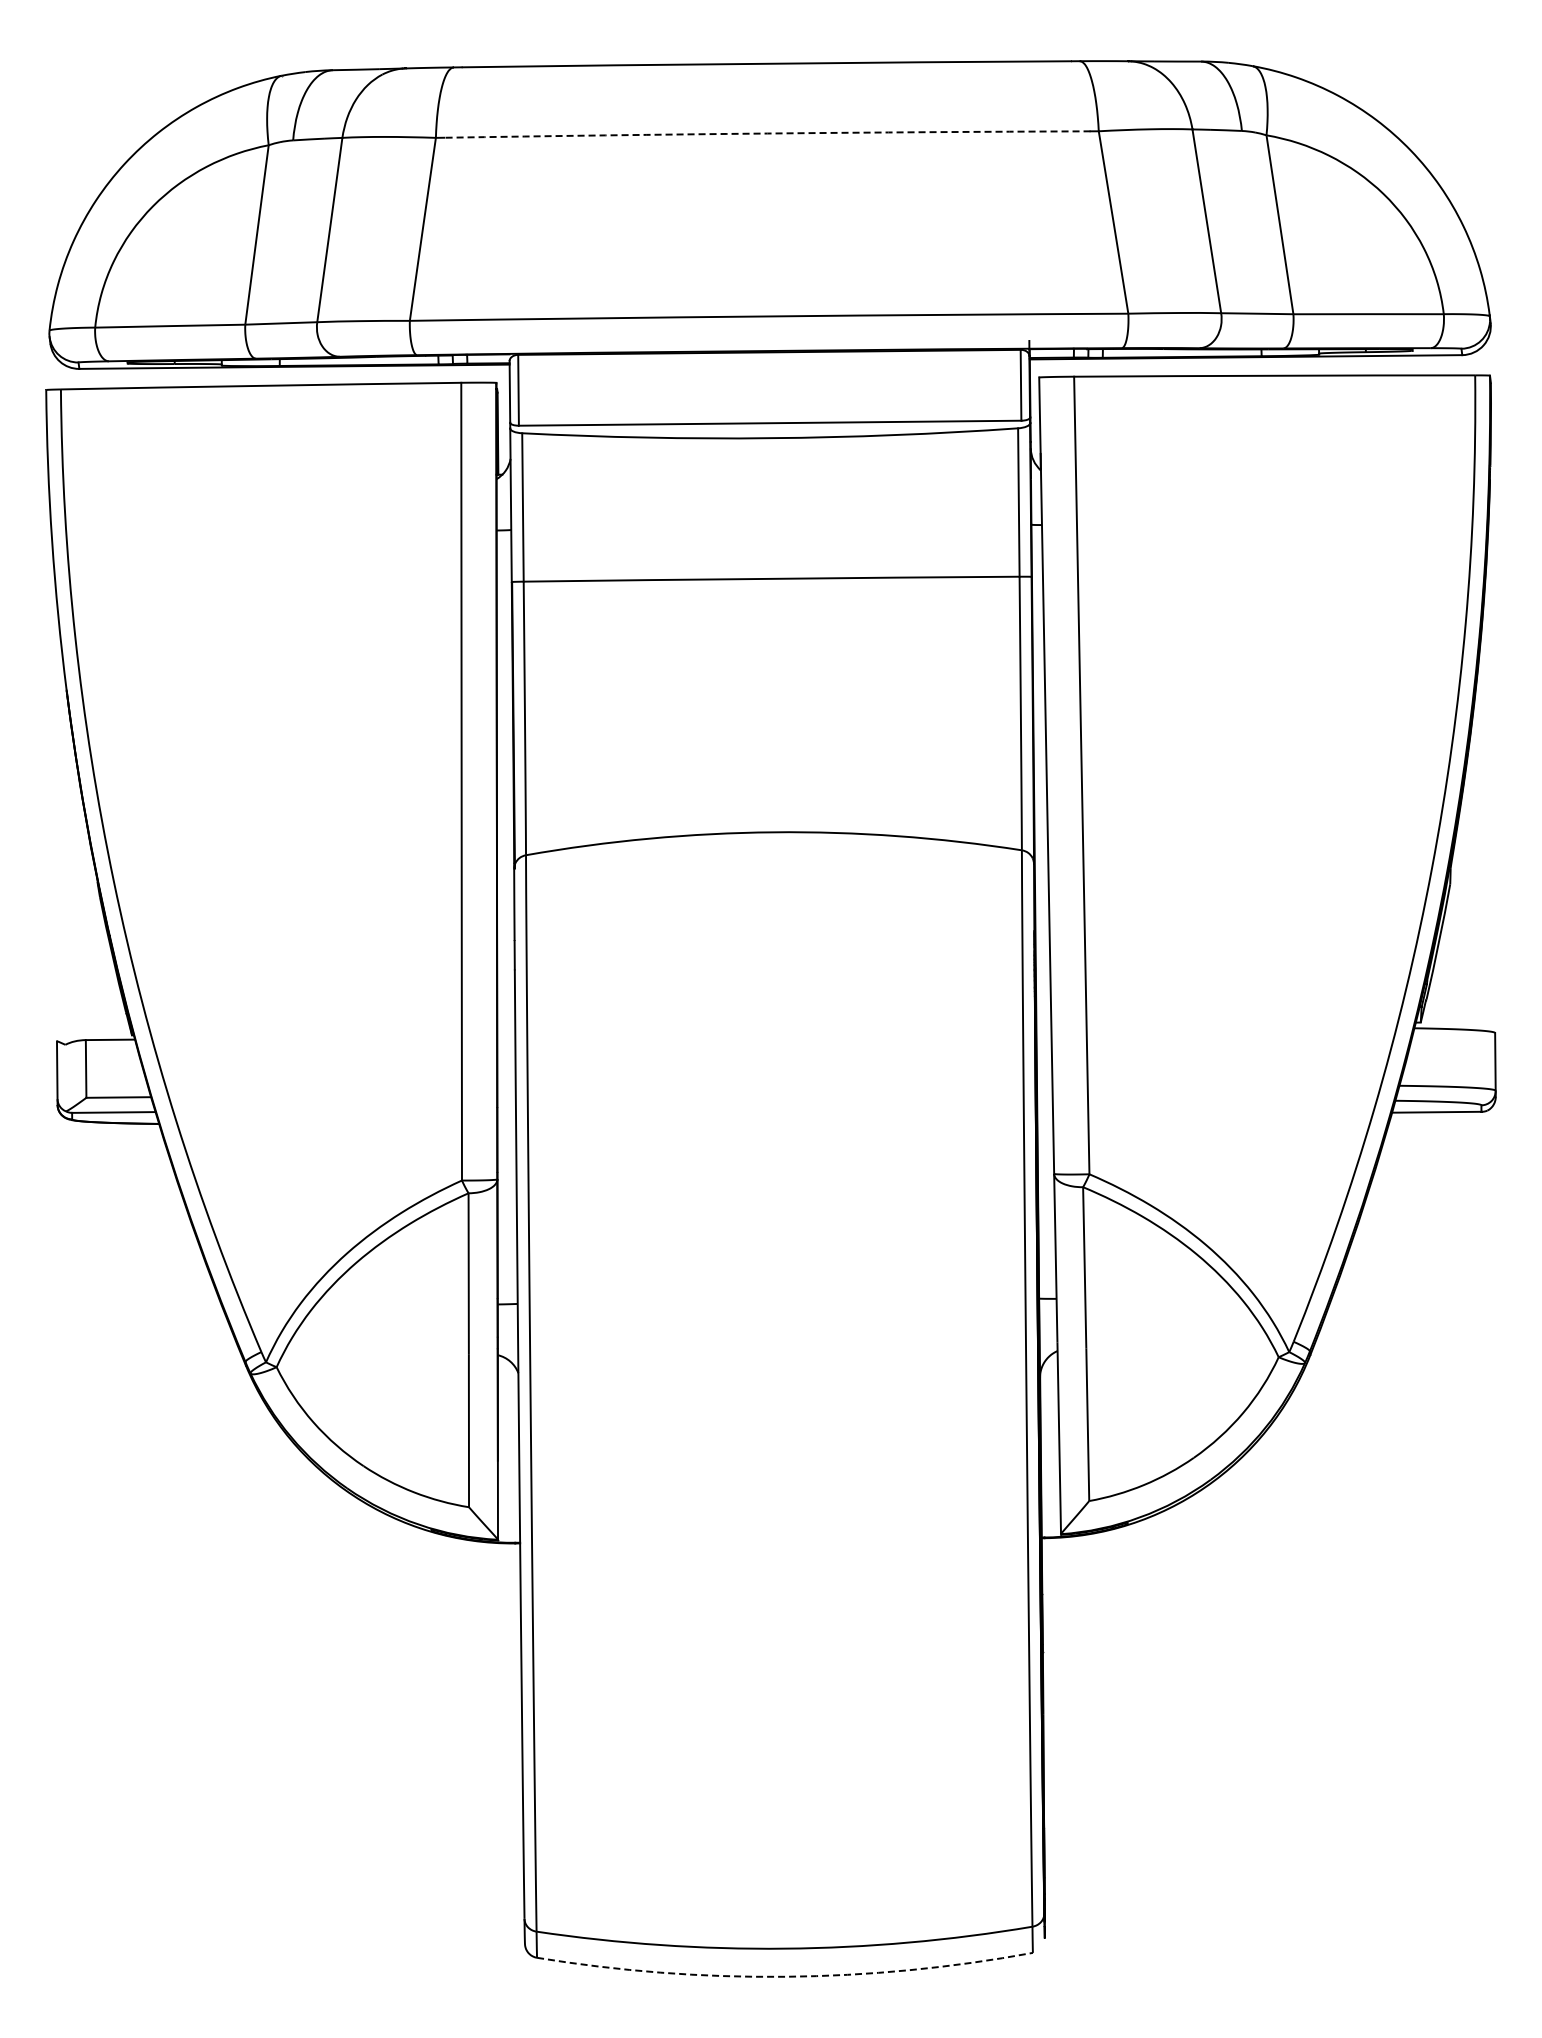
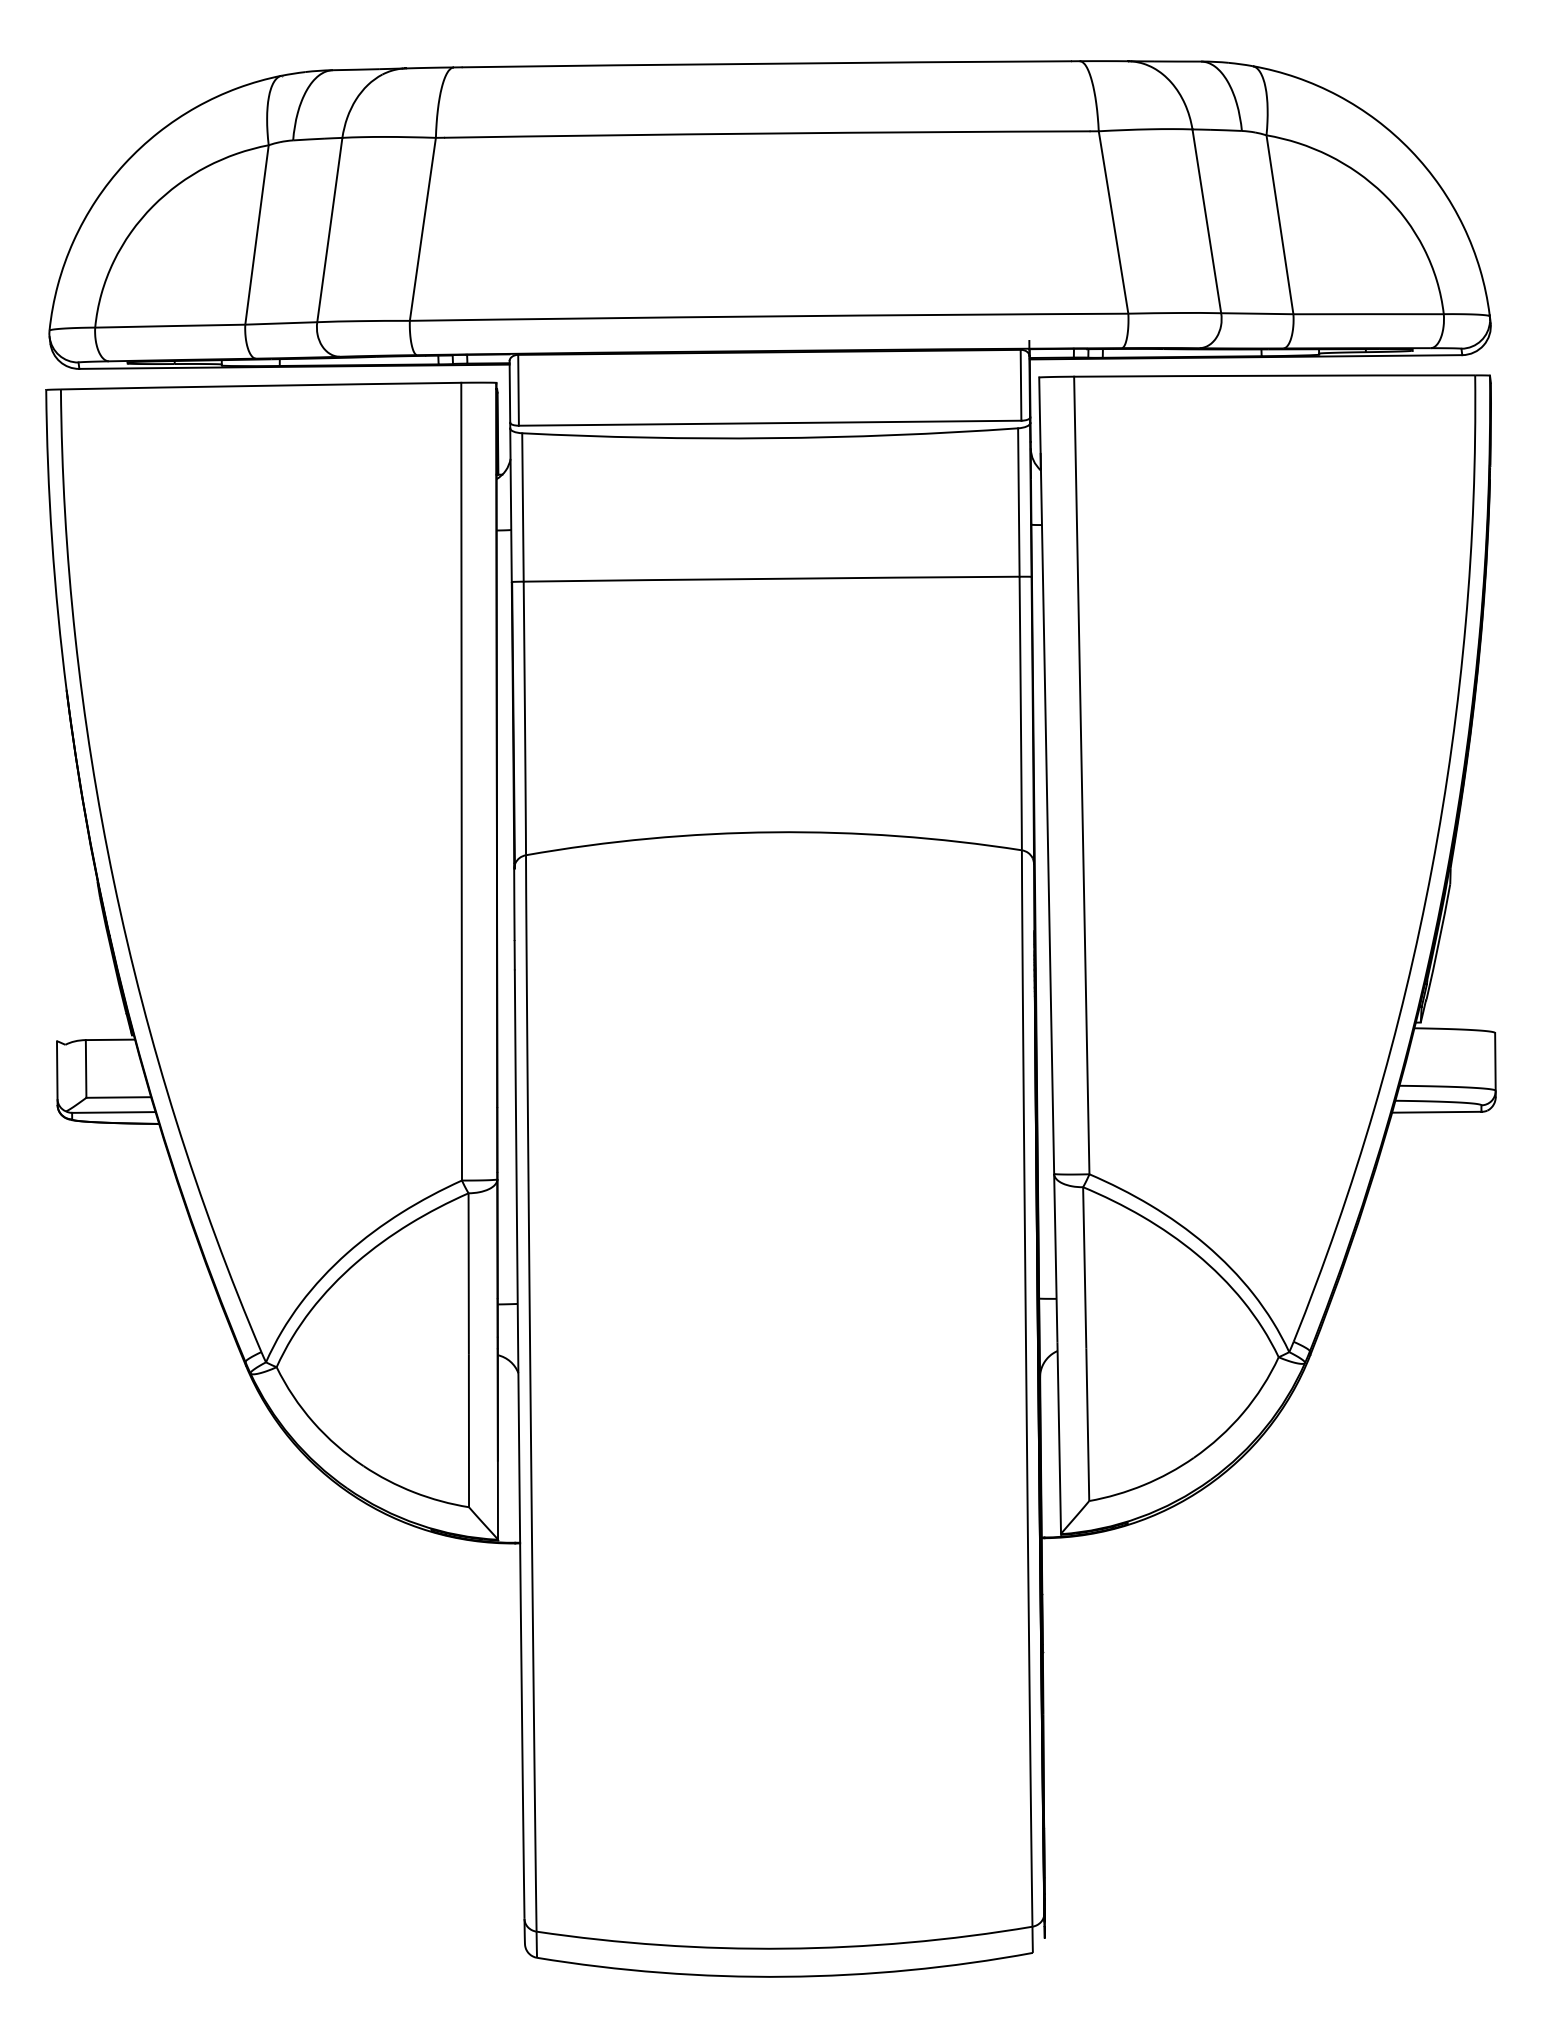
arc at (767, 133): dashed -> solid
arc at (785, 1976): dashed -> solid
